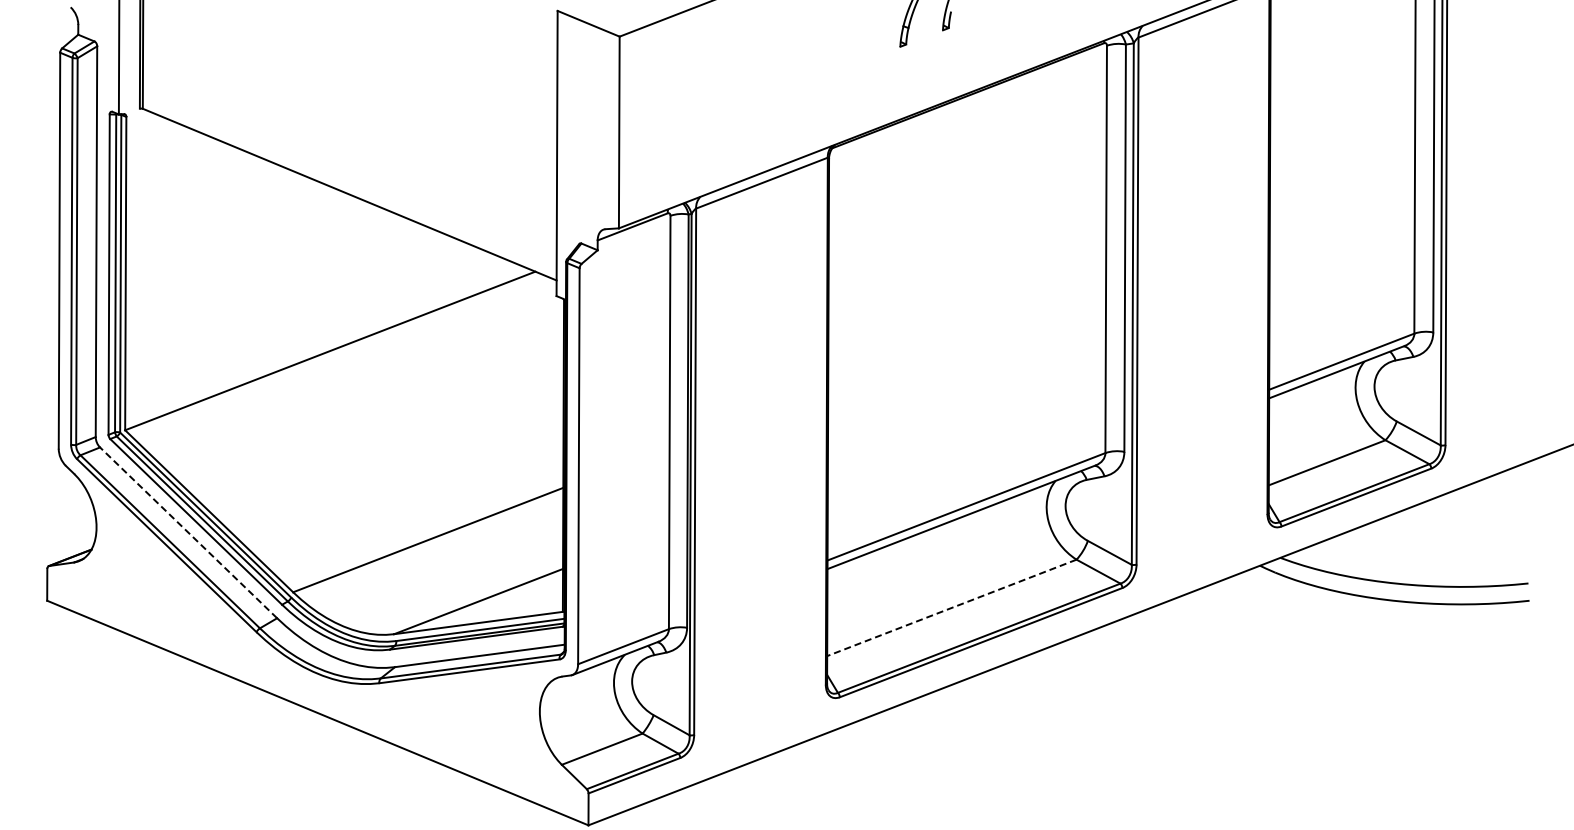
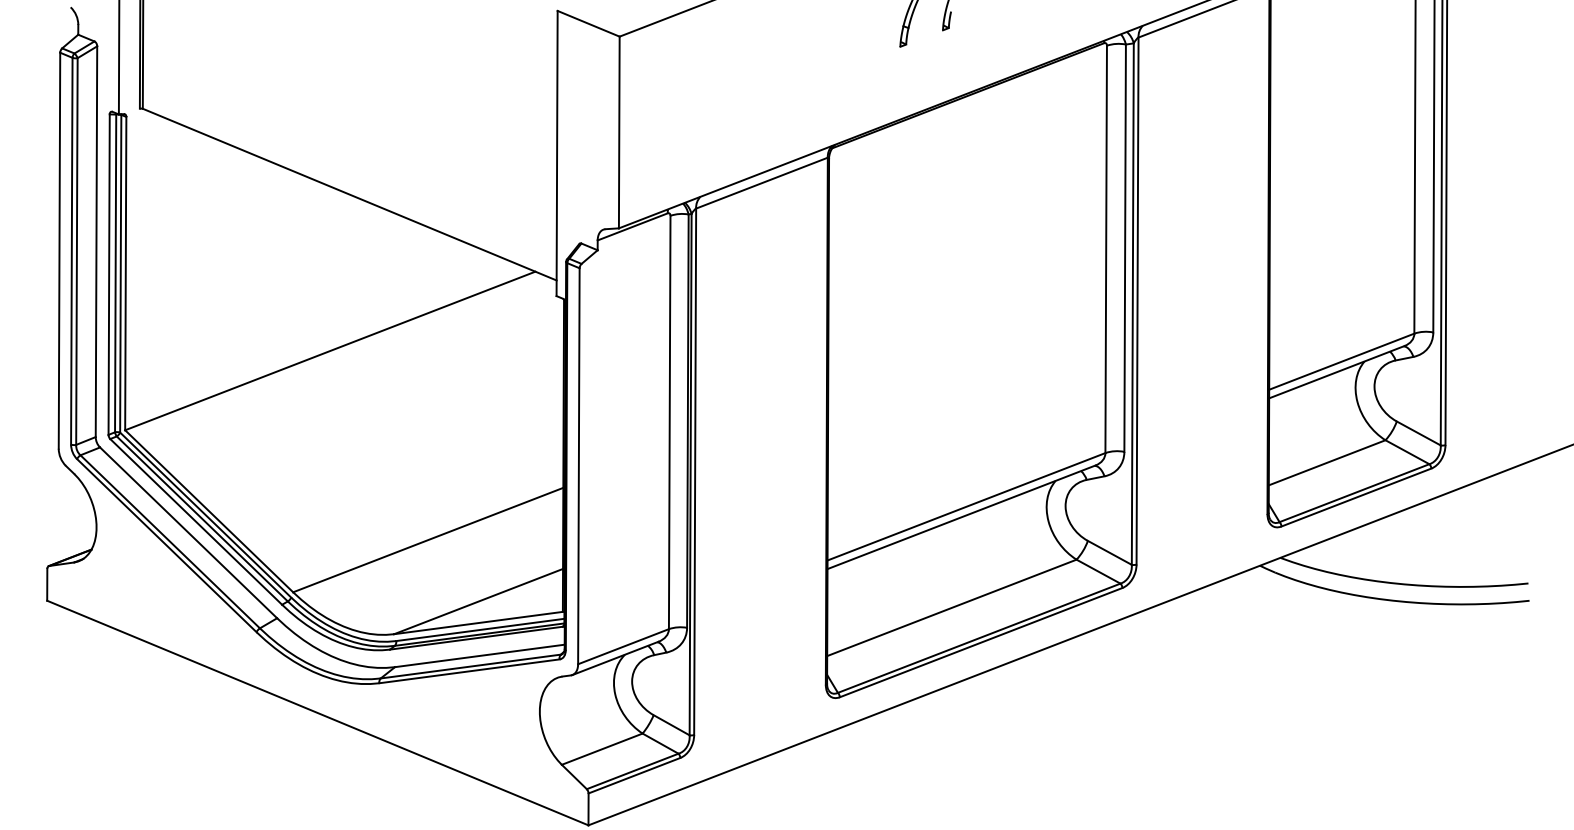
line at (188, 532): dashed -> solid
line at (951, 607): dashed -> solid
